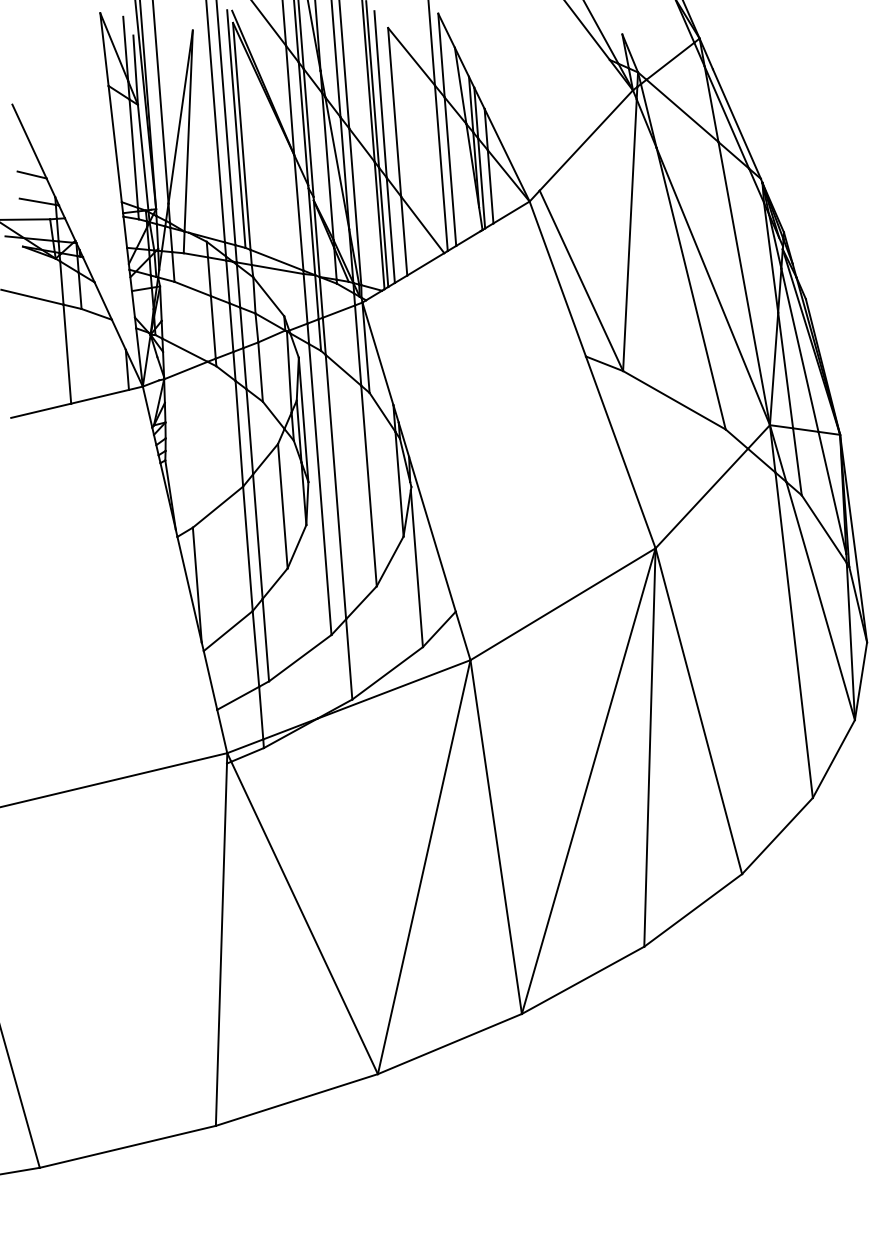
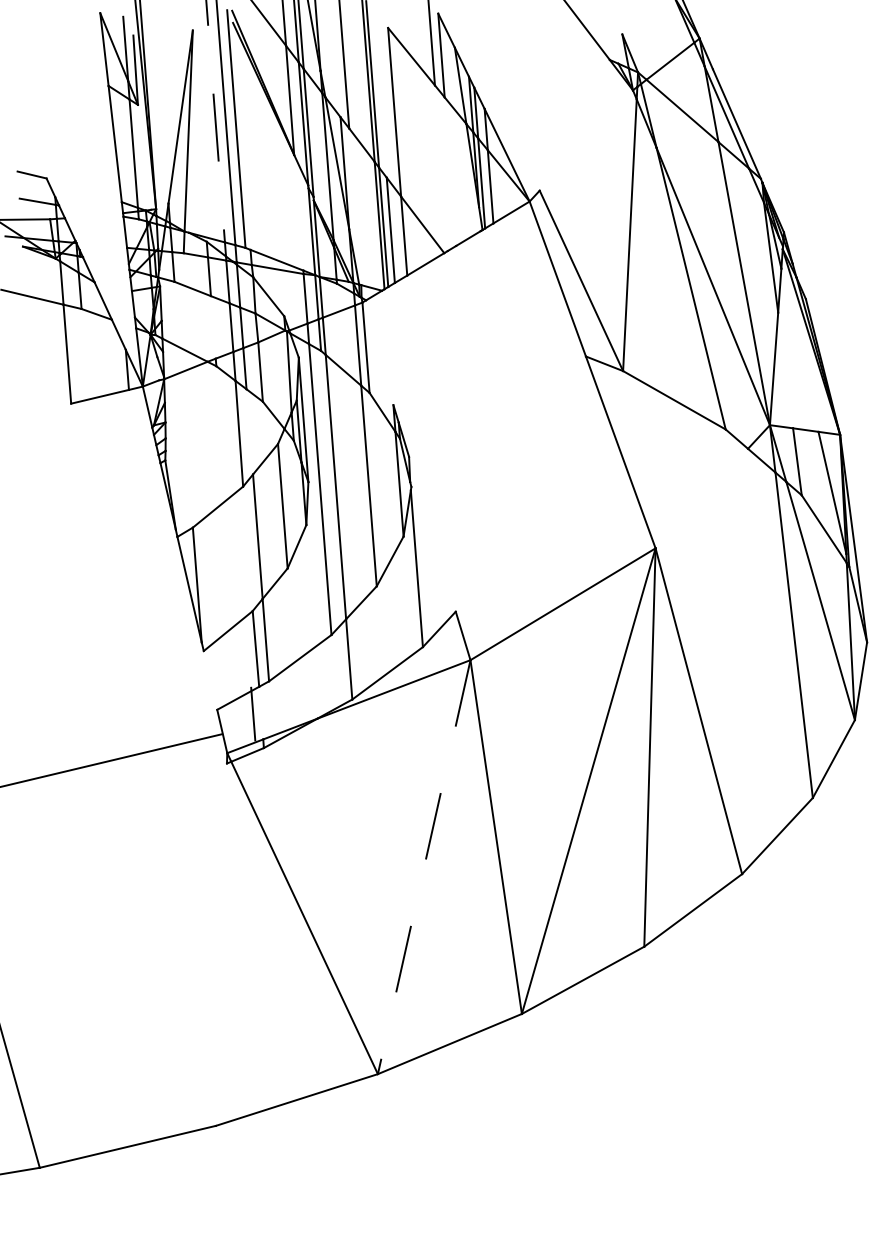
line at (601, 32): present -> none
line at (335, 59): present -> none
line at (380, 94): present -> none
line at (160, 102): present -> none
line at (215, 122): solid -> dashed
line at (241, 135): present -> none
line at (585, 140): present -> none
line at (29, 141): present -> none
line at (143, 163): present -> none
line at (440, 168): present -> none
line at (450, 171): present -> none
line at (355, 206): present -> none
line at (298, 212): present -> none
line at (212, 327): present -> none
line at (799, 349): present -> none
line at (377, 353): present -> none
line at (785, 370): present -> none
line at (41, 410): present -> none
line at (249, 431): present -> none
line at (701, 498): present -> none
line at (432, 533): present -> none
line at (247, 548): present -> none
line at (210, 680): present -> none
line at (261, 712) position: (261, 712) -> (253, 713)
line at (114, 779) position: (114, 779) -> (112, 760)
line at (424, 867): solid -> dashed
line at (221, 944): present -> none
